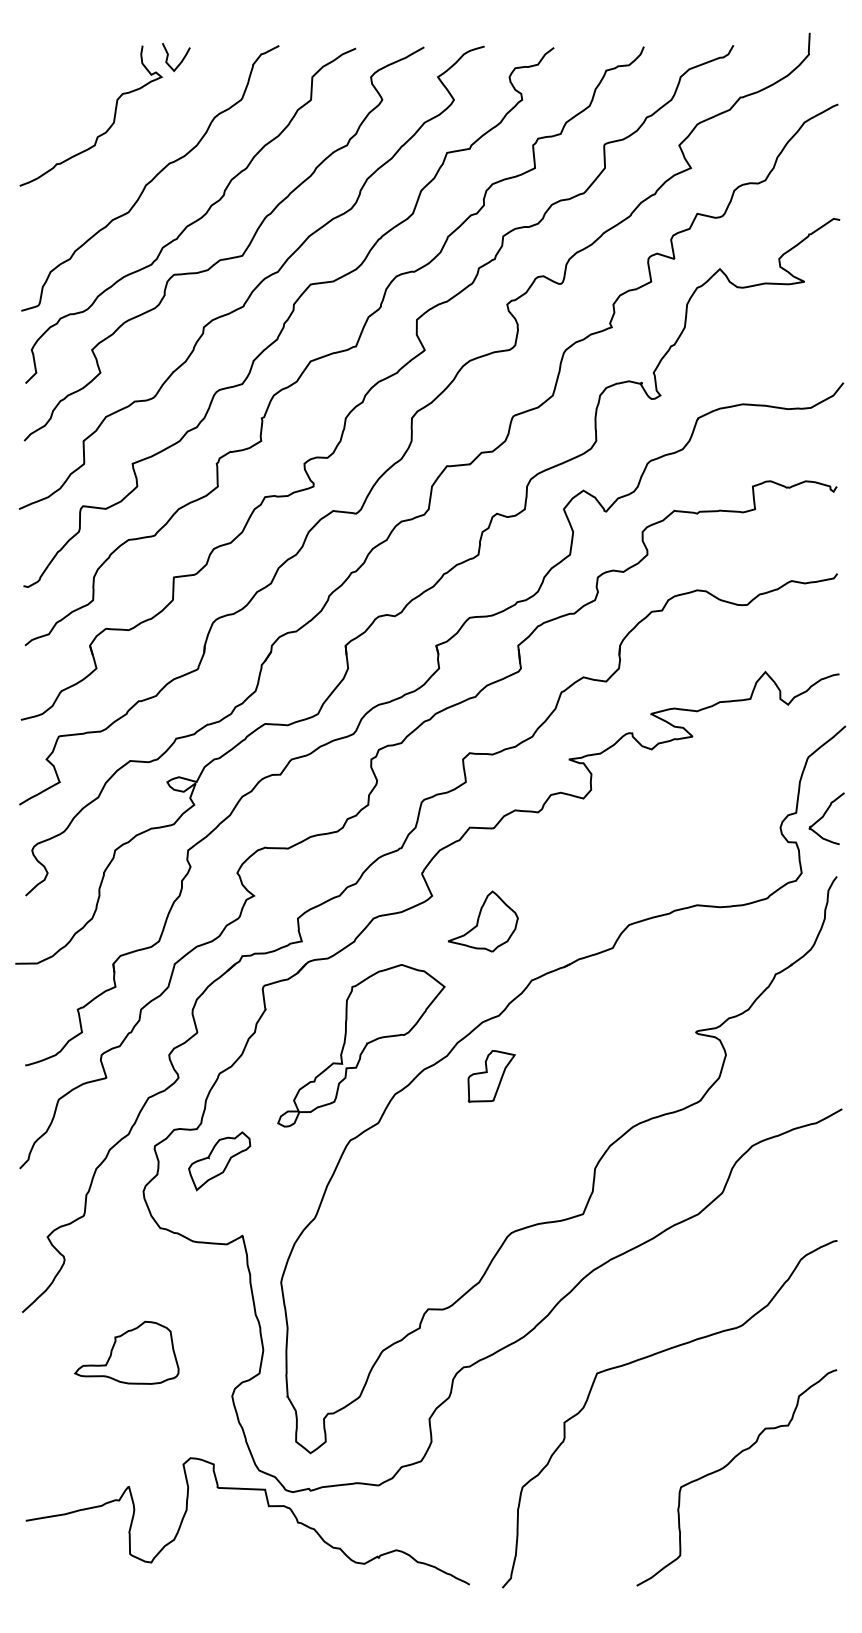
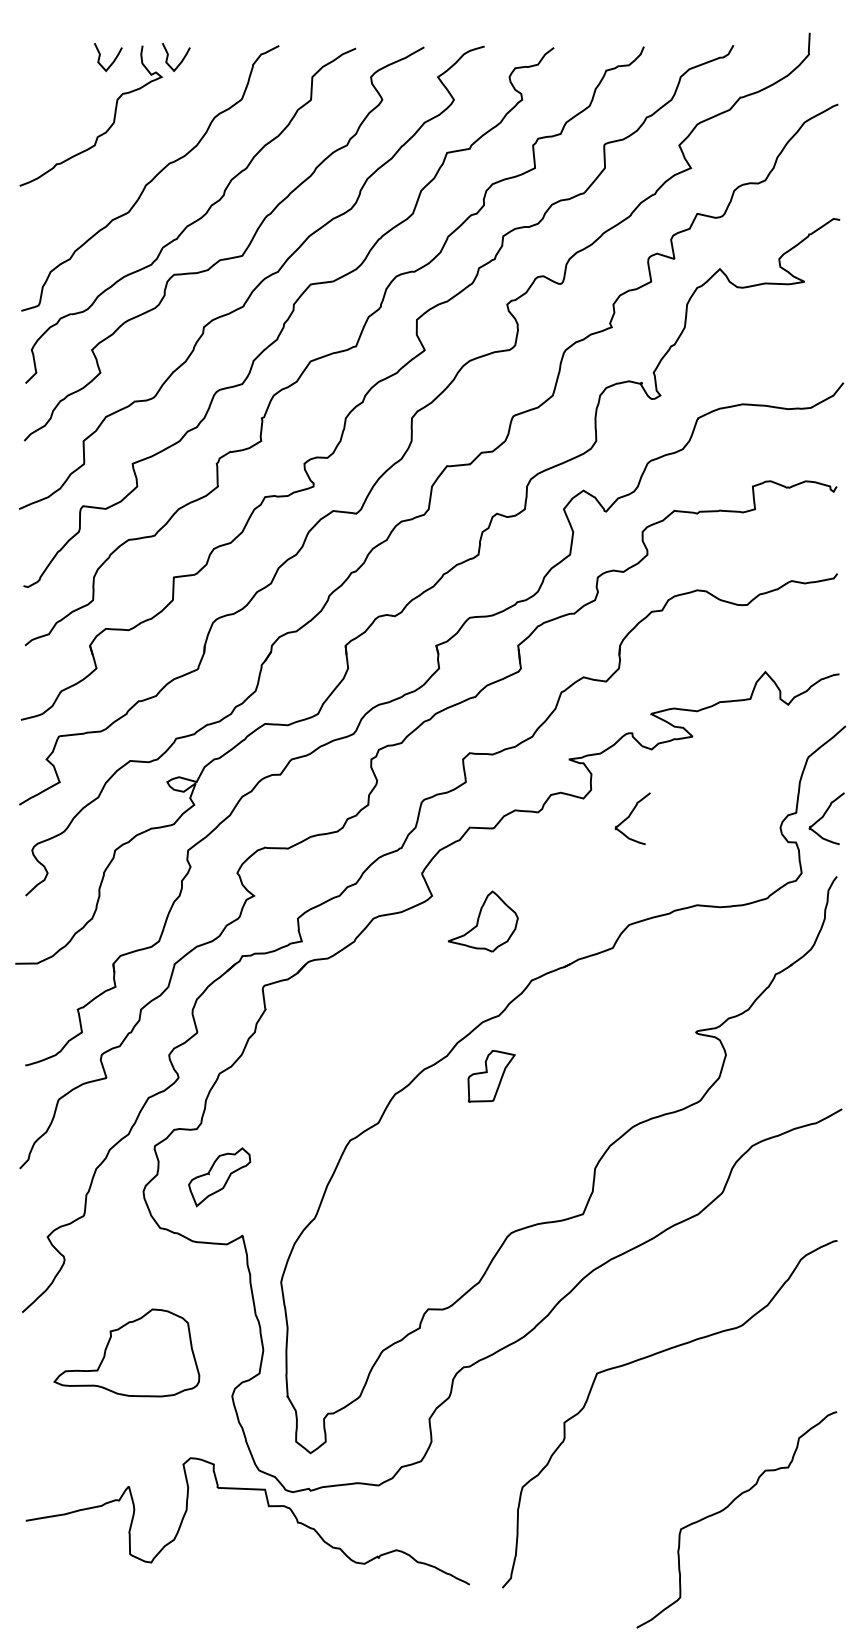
curve at (112, 61): none -> present
curve at (630, 816): none -> present
part at (361, 1045): present -> none
part at (219, 1161) position: (219, 1161) -> (219, 1177)
part at (126, 1352) size: 106x65 px -> 148x90 px
curve at (728, 1465) position: (728, 1465) -> (728, 1507)
